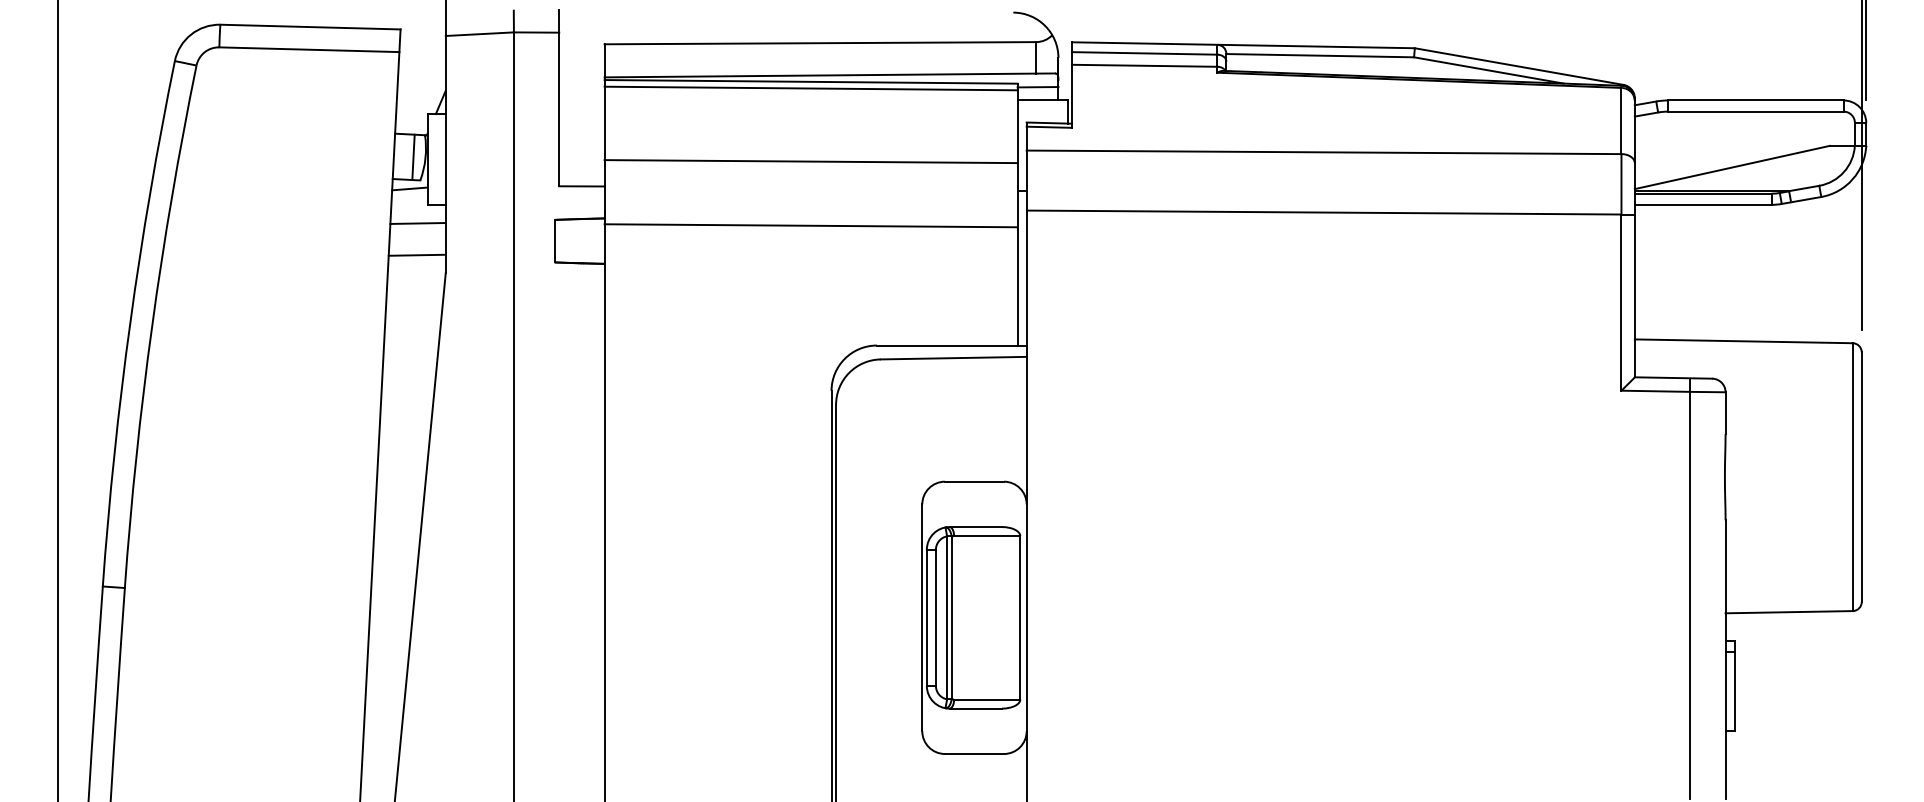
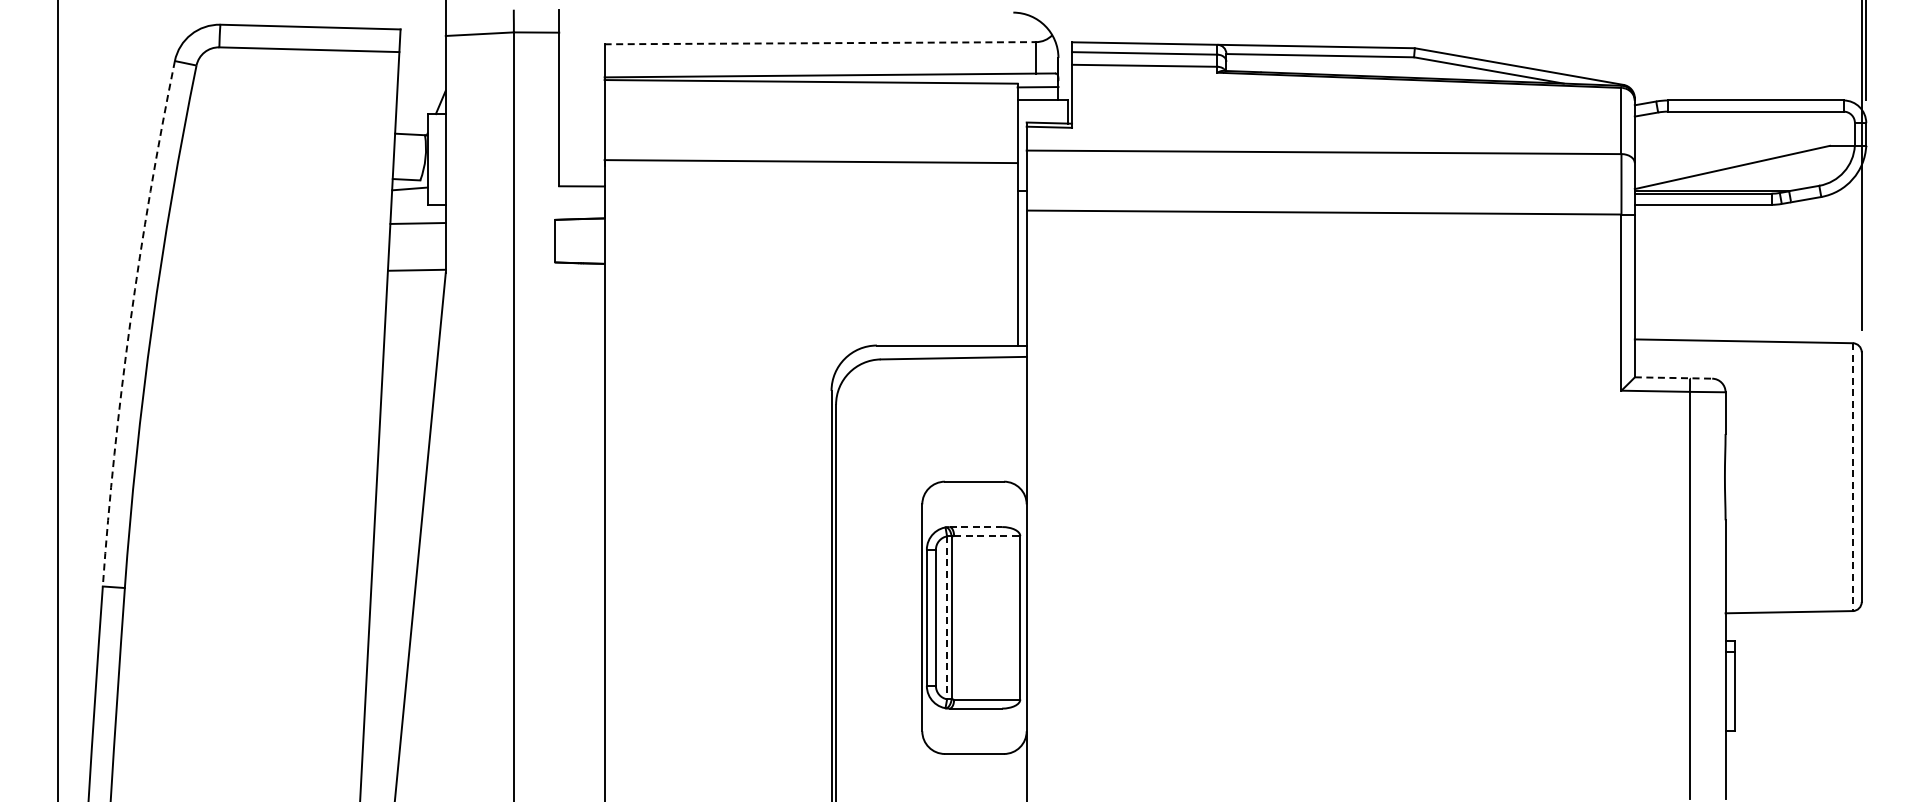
line at (820, 43): solid -> dashed
line at (810, 88): present -> none
line at (413, 157): present -> none
line at (810, 225): present -> none
line at (416, 254) position: (416, 254) -> (416, 269)
arc at (130, 322): solid -> dashed
line at (1673, 377): solid -> dashed
line at (1852, 477): solid -> dashed
line at (976, 527): solid -> dashed
line at (987, 536): solid -> dashed
line at (947, 618): solid -> dashed
